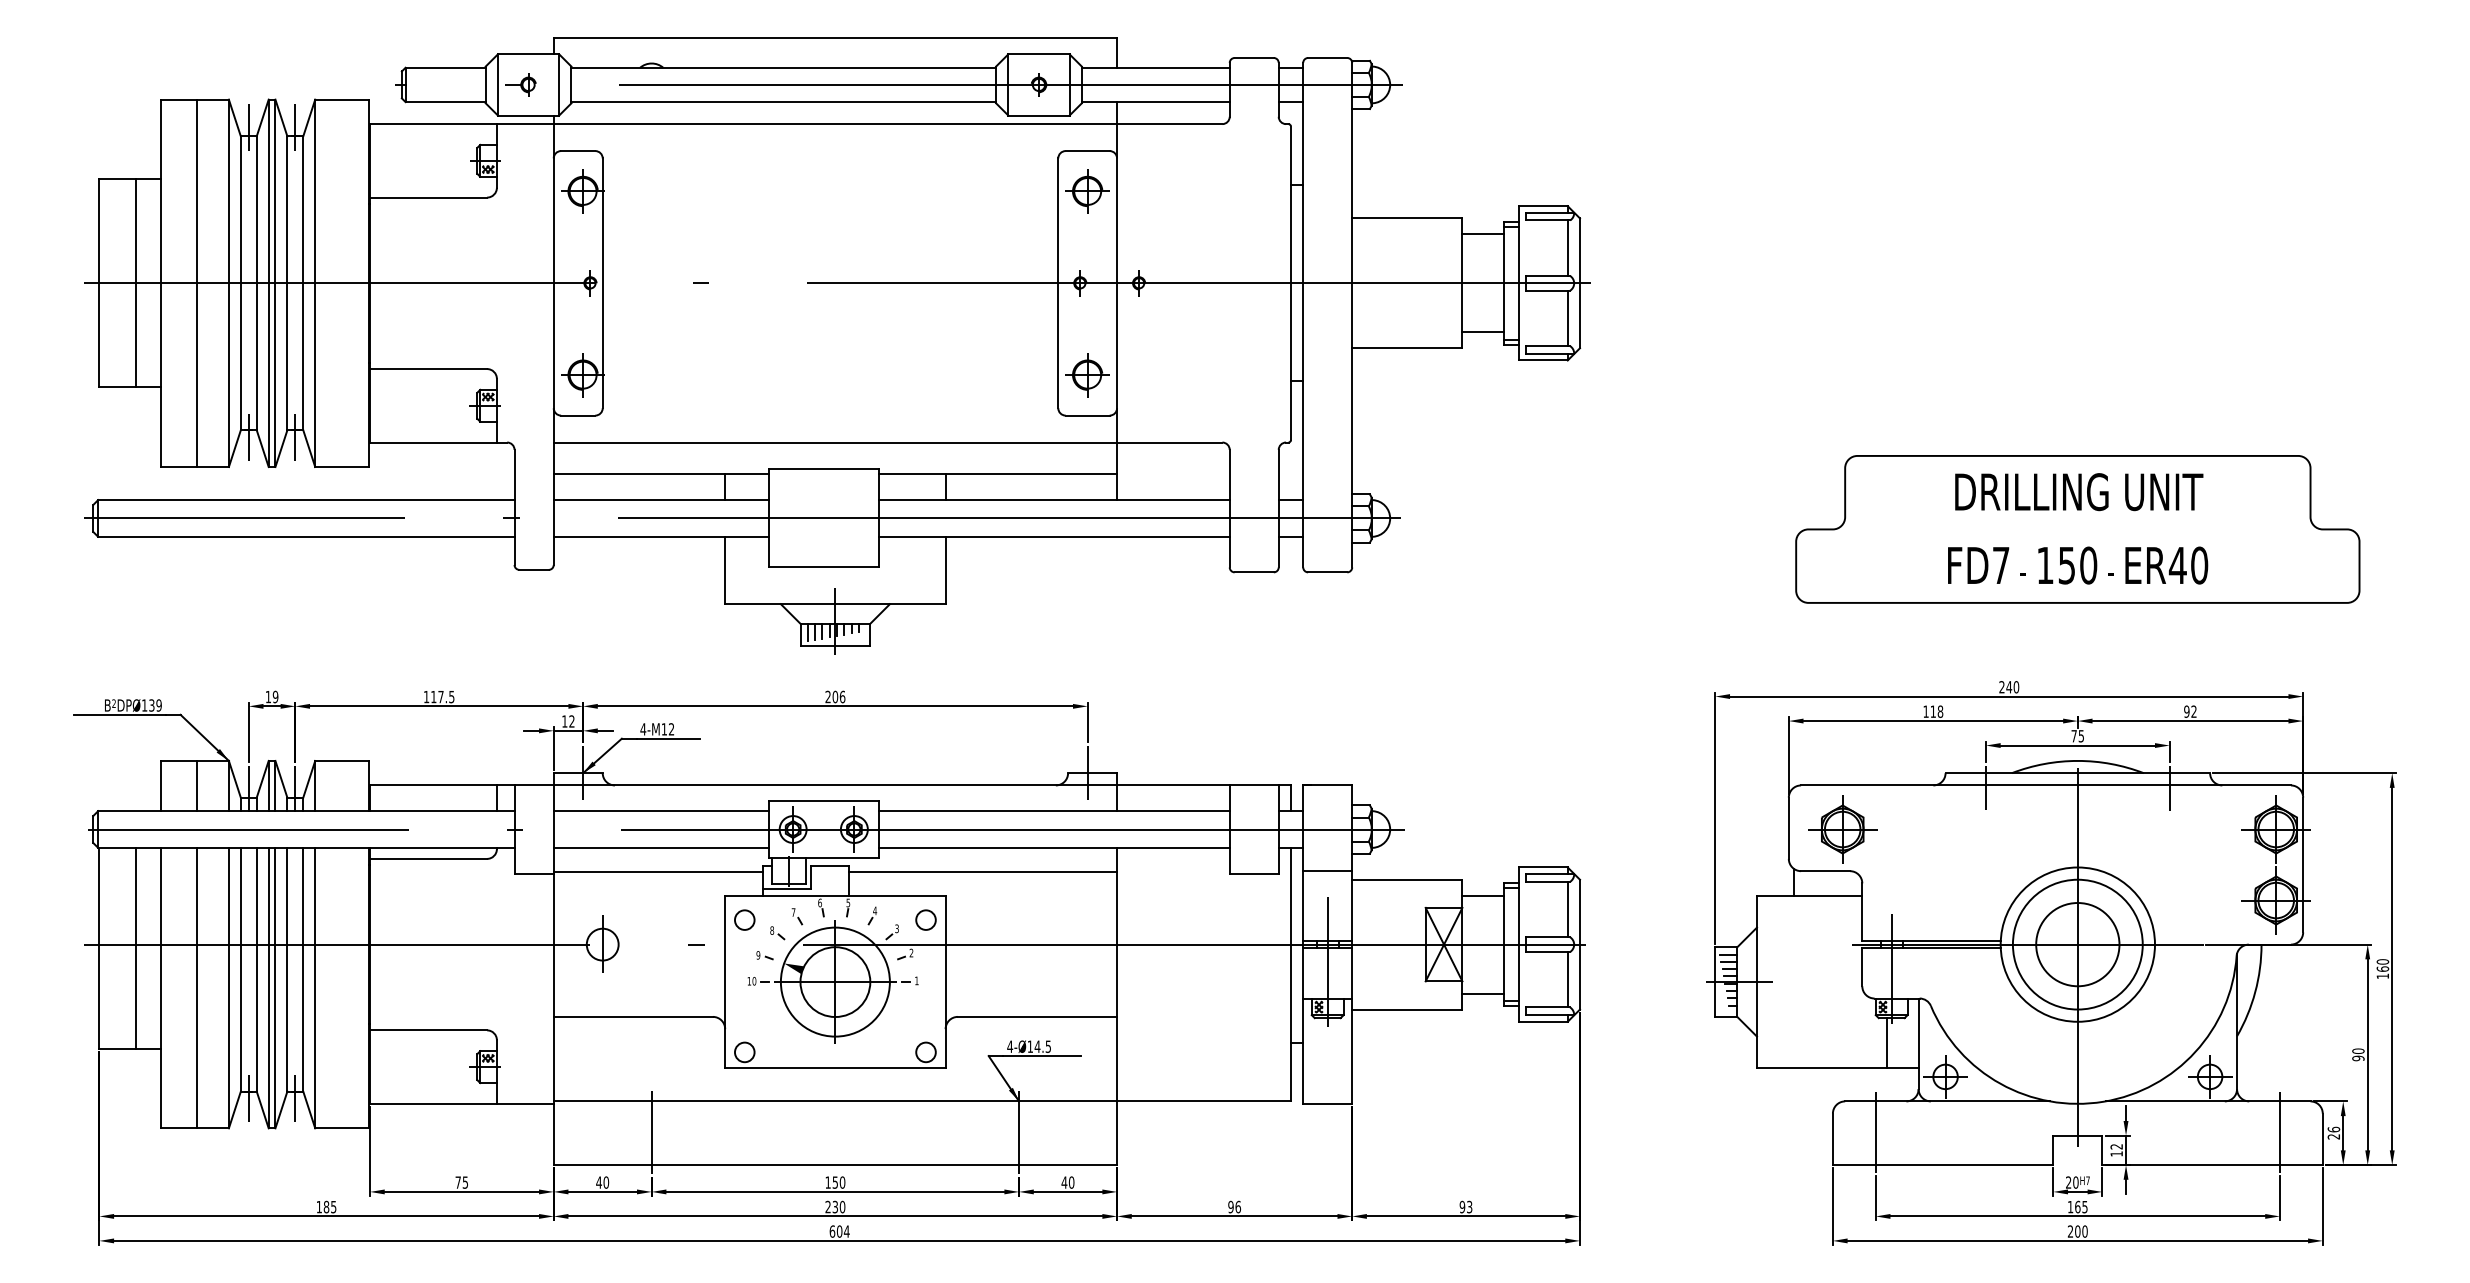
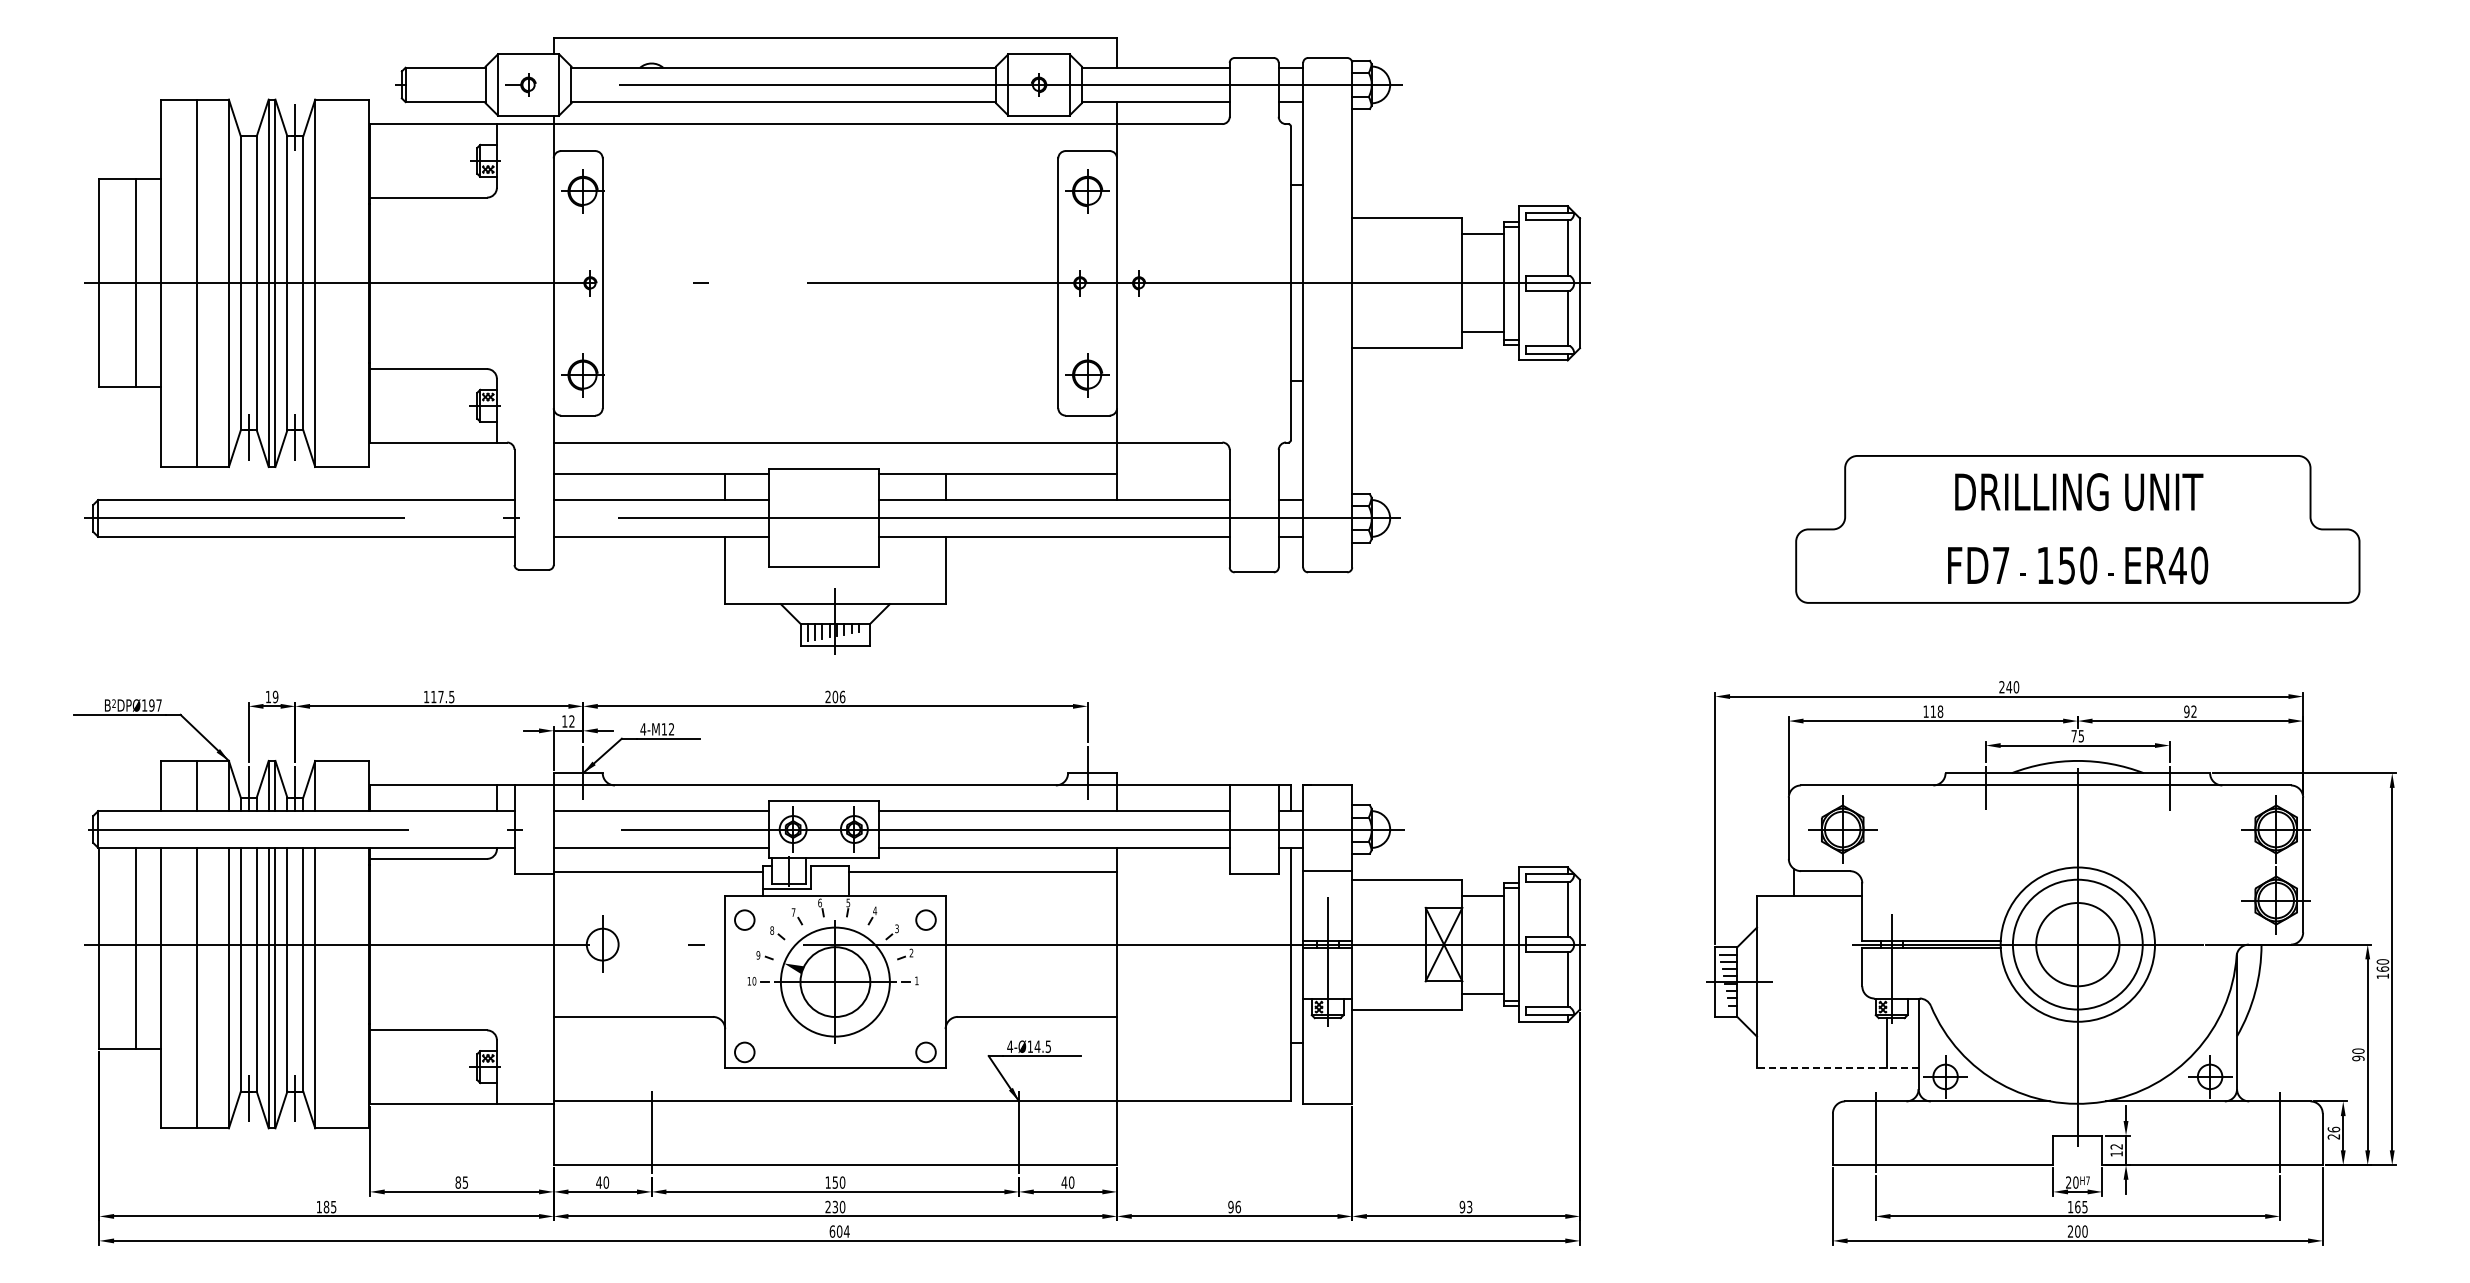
line at (248, 127): present -> none
text at (155, 705): DPØ139 -> DPØ197
line at (1837, 1067): solid -> dashed
text at (457, 1182): 75 -> 85
